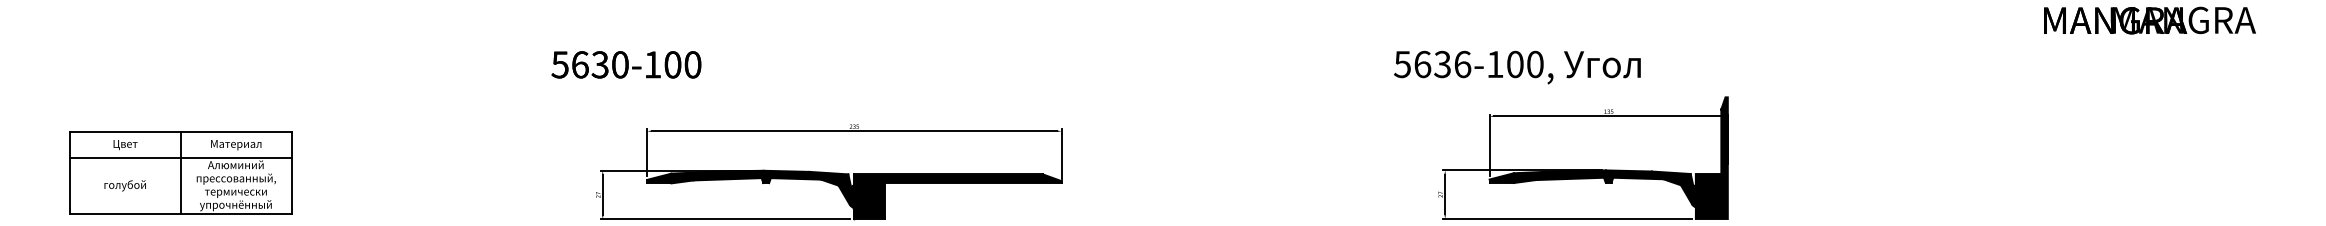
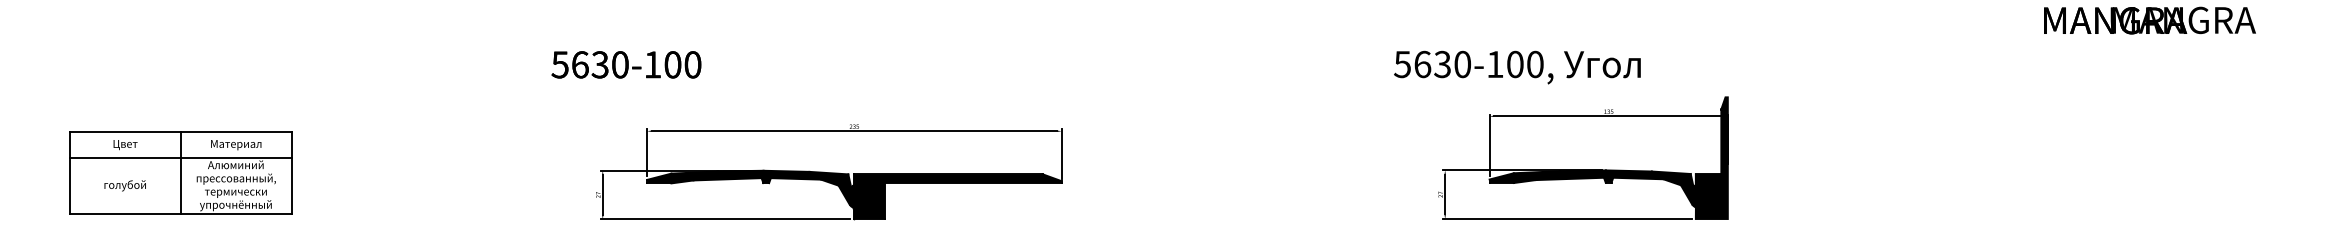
text at (1462, 64): 5636-100, -> 5630-100,
